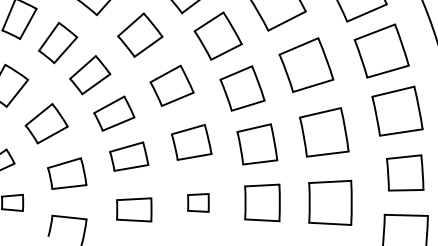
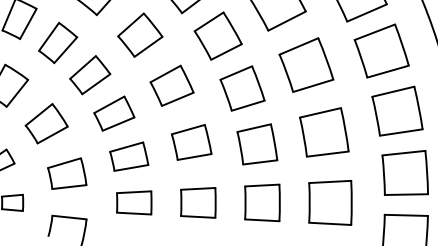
part at (405, 172) size: 39x38 px -> 48x46 px
part at (198, 202) size: 23x20 px -> 37x32 px
part at (134, 209) position: (134, 209) -> (134, 202)
